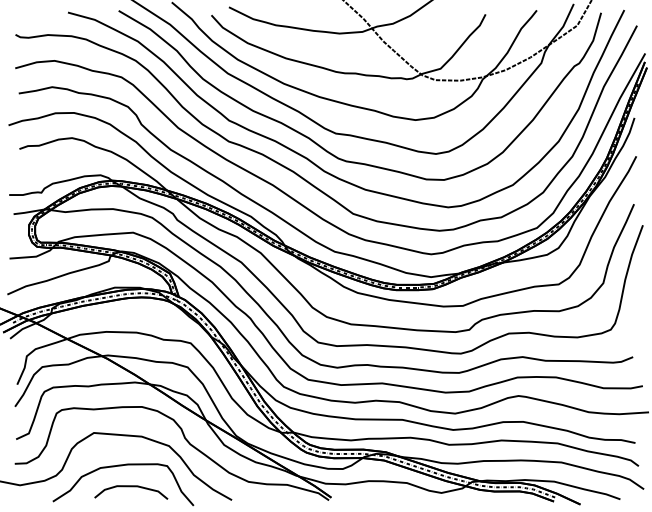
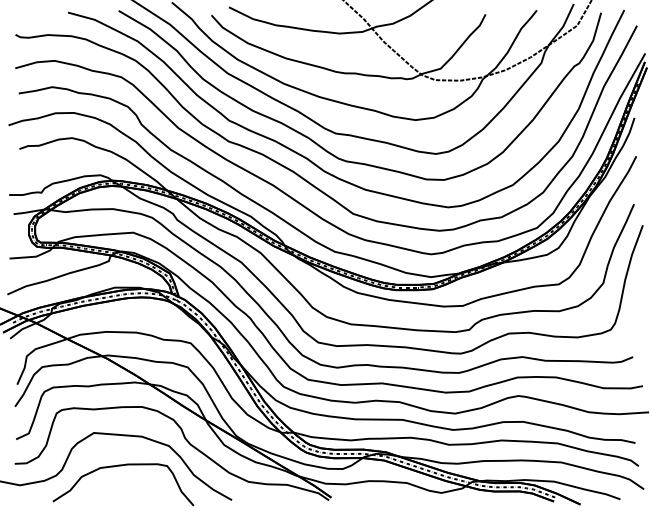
curve at (131, 487): present -> none
